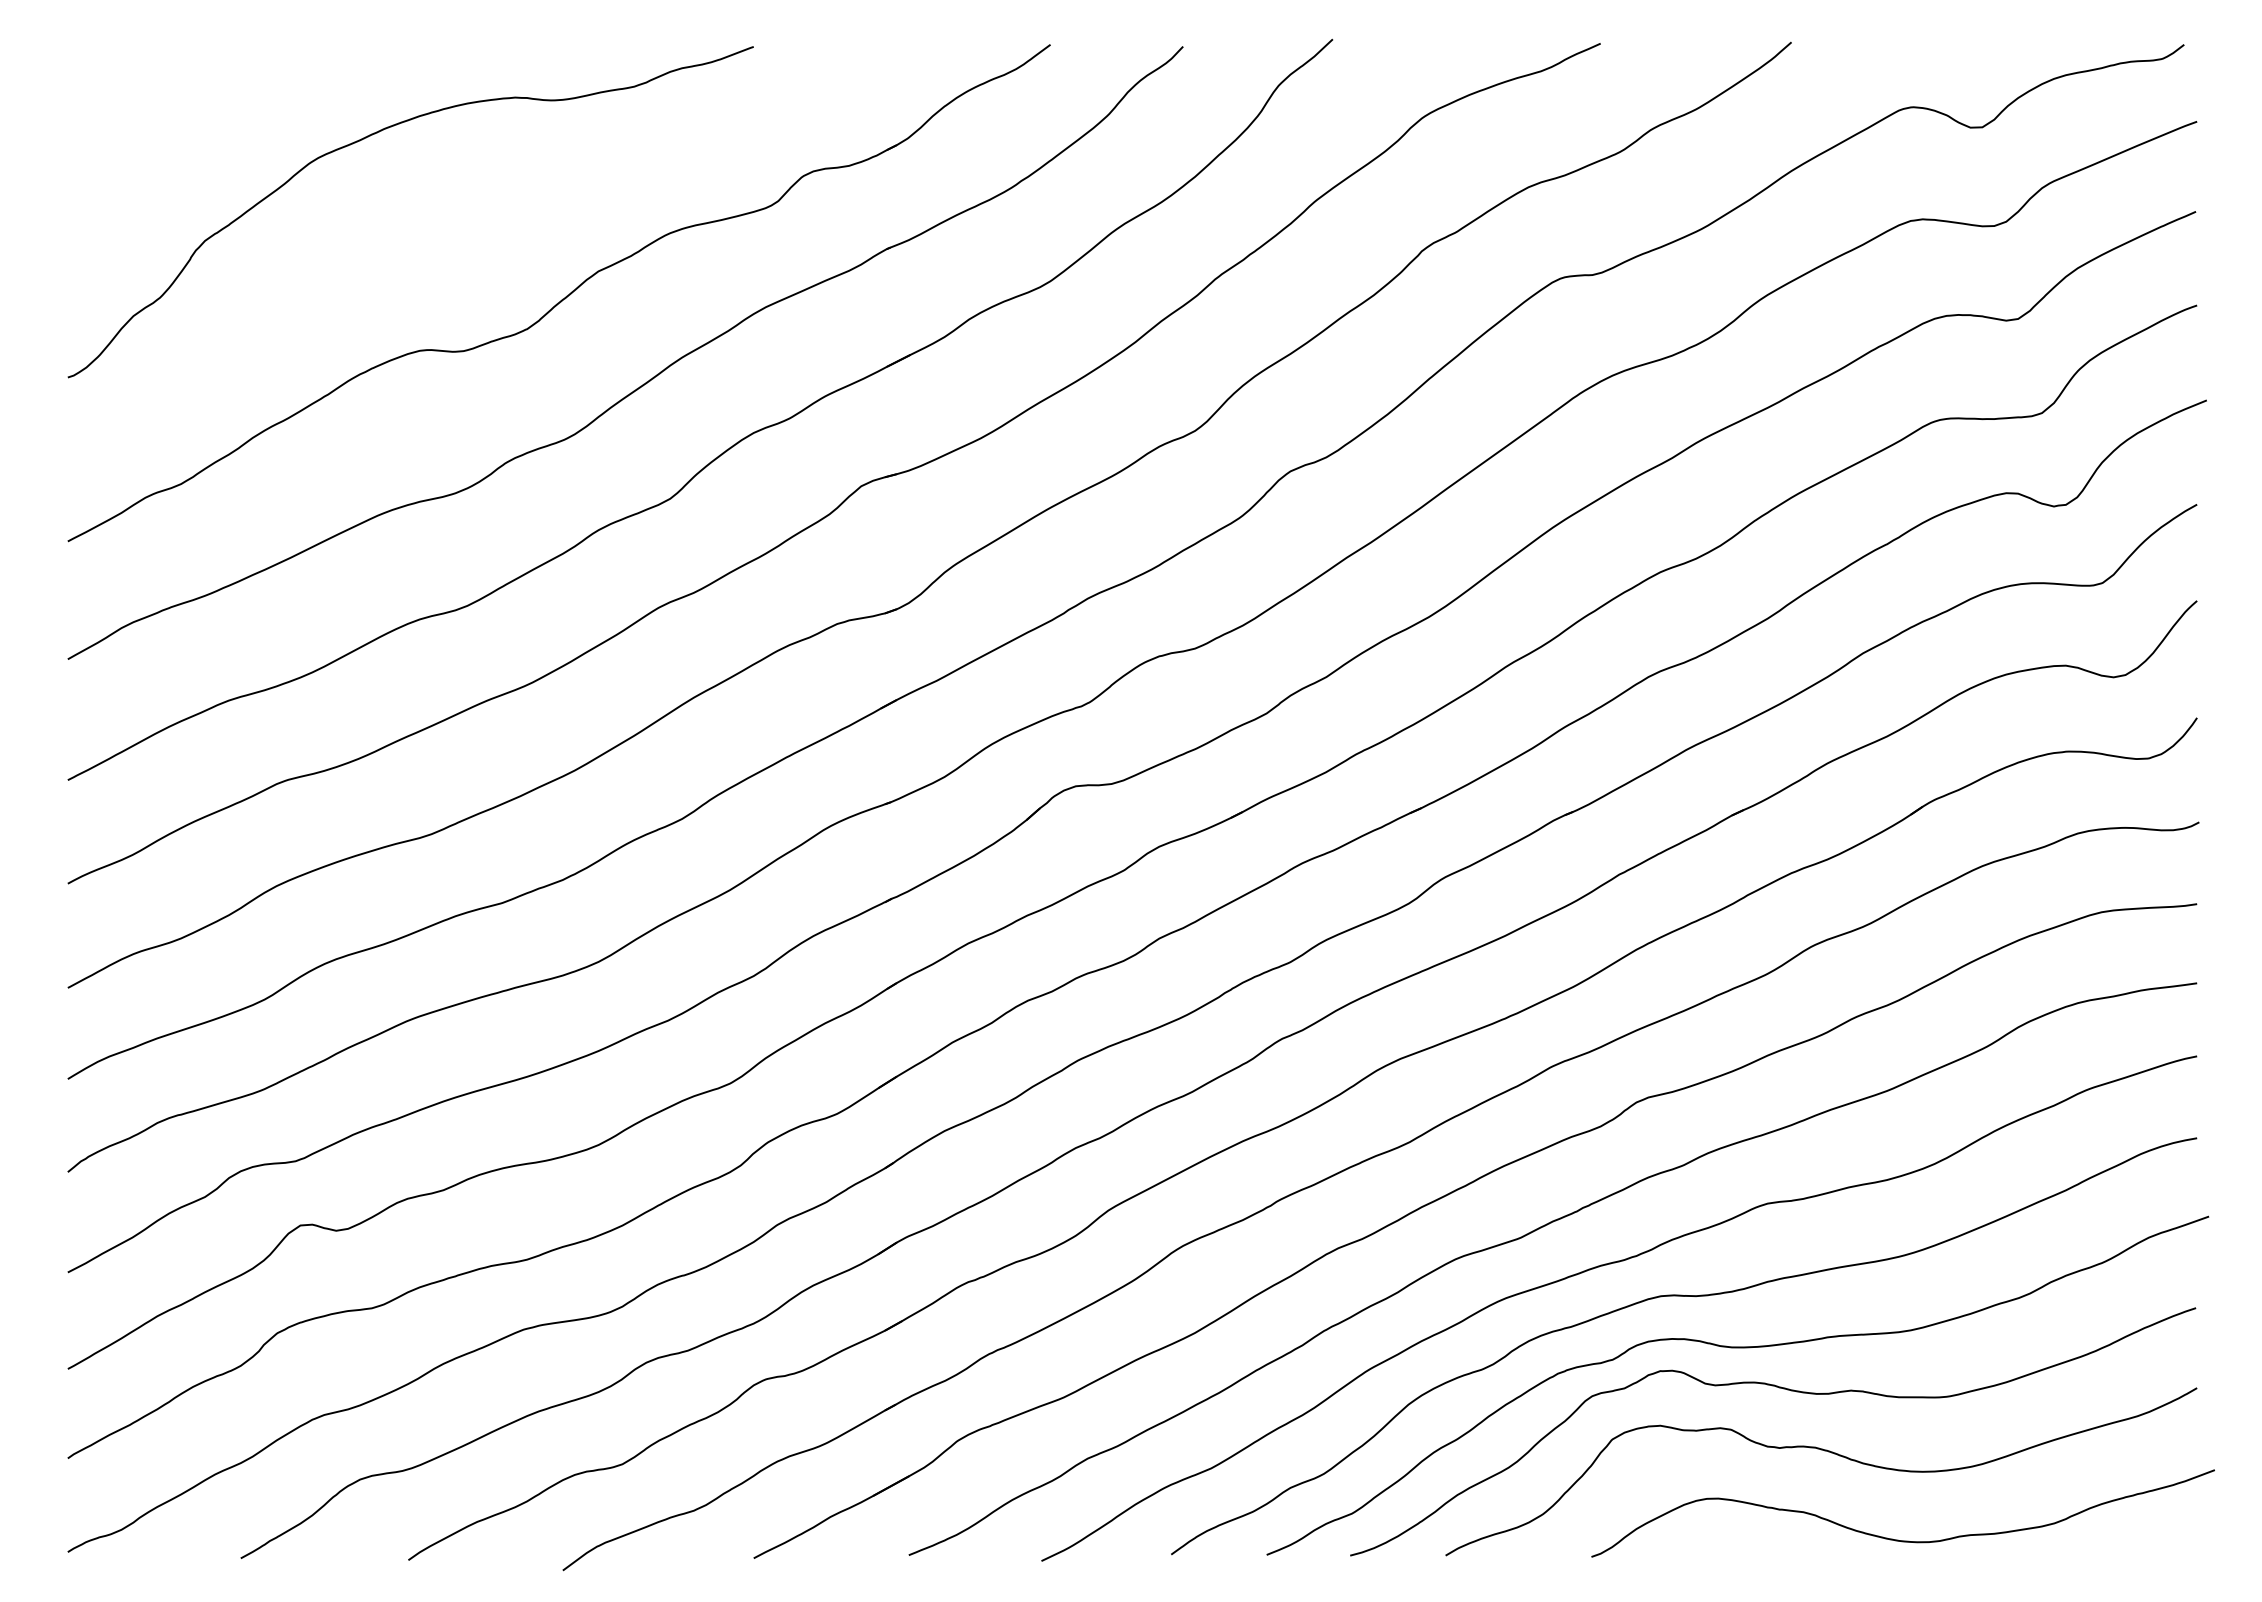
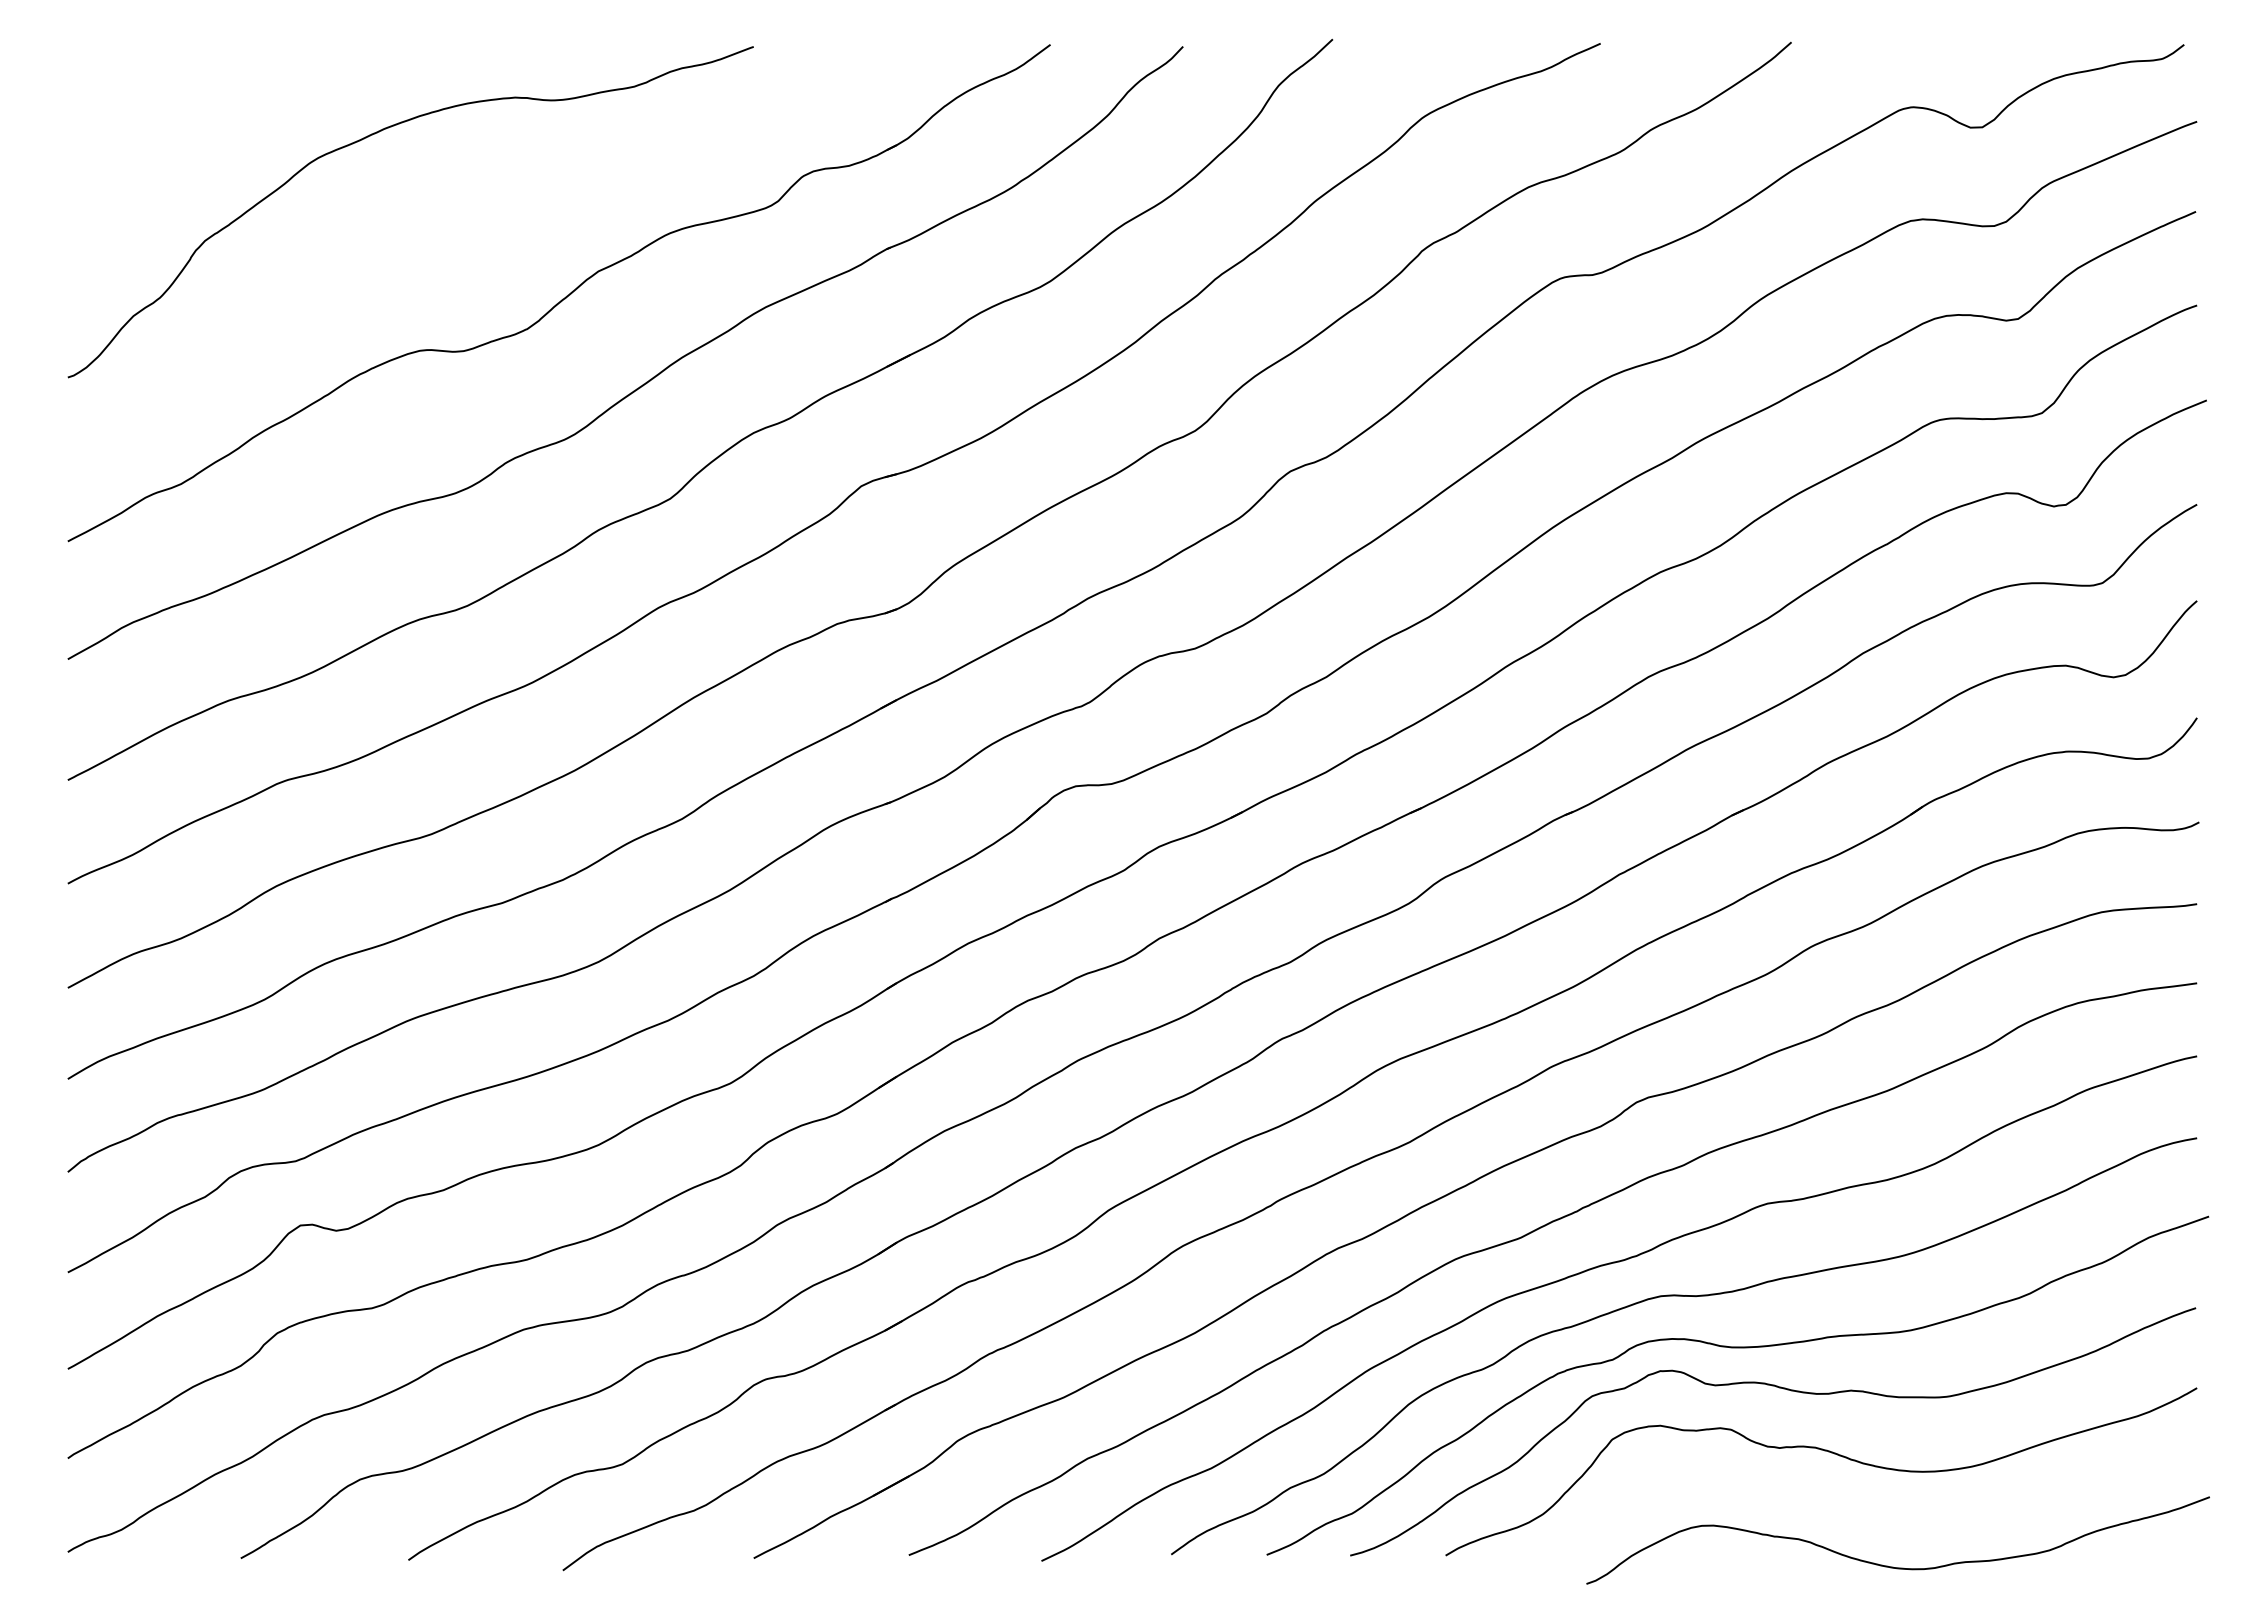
curve at (1898, 1539) position: (1898, 1539) -> (1893, 1566)
